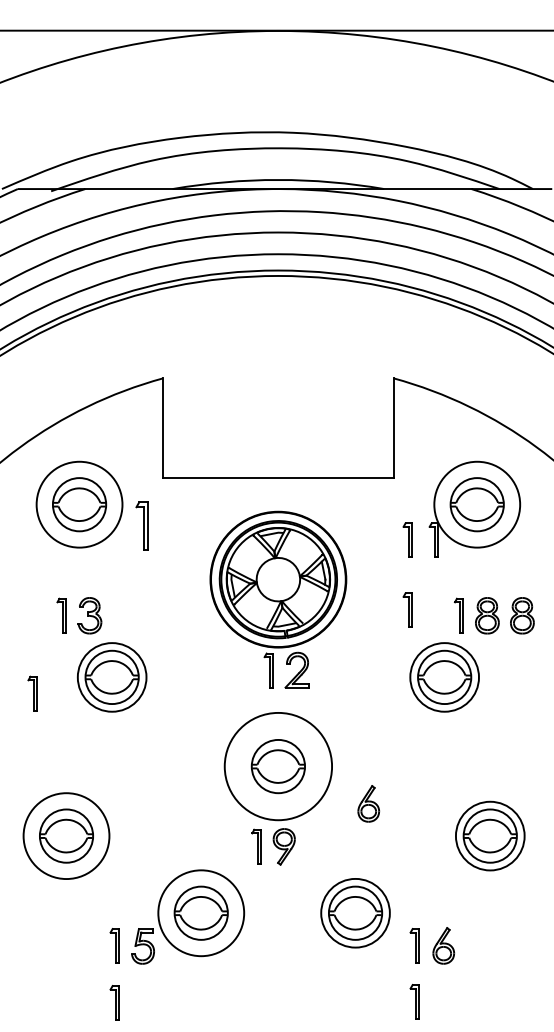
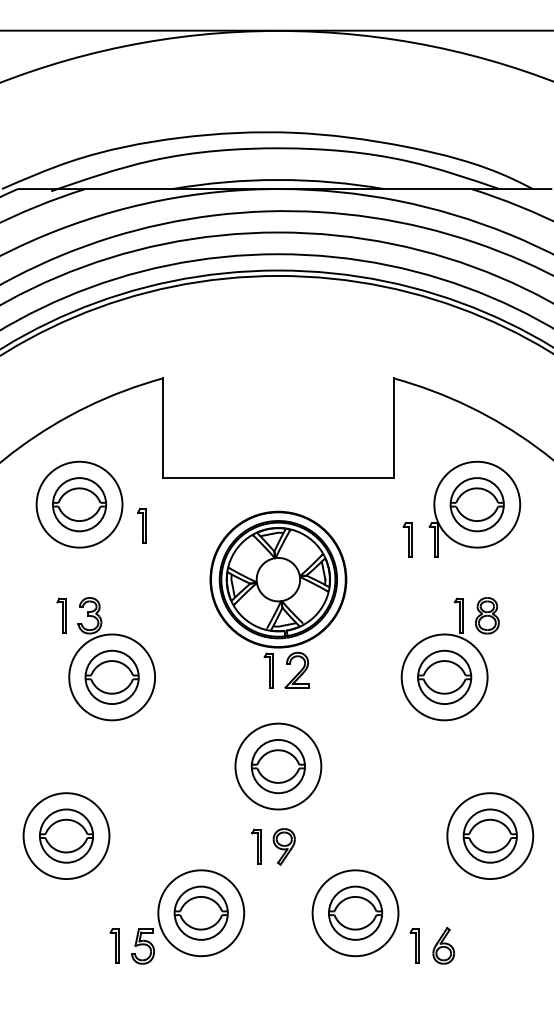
part at (141, 525) size: 14x50 px -> 10x36 px
part at (407, 609): present -> none
part at (522, 615): present -> none
circle at (111, 677) diameter: 69 px -> 86 px
circle at (444, 677) diameter: 69 px -> 86 px
part at (32, 693): present -> none
circle at (278, 766) diameter: 107 px -> 86 px
part at (368, 803): present -> none
circle at (489, 835) diameter: 69 px -> 86 px
circle at (355, 912) diameter: 69 px -> 86 px
part at (414, 1001): present -> none
part at (114, 1002): present -> none
